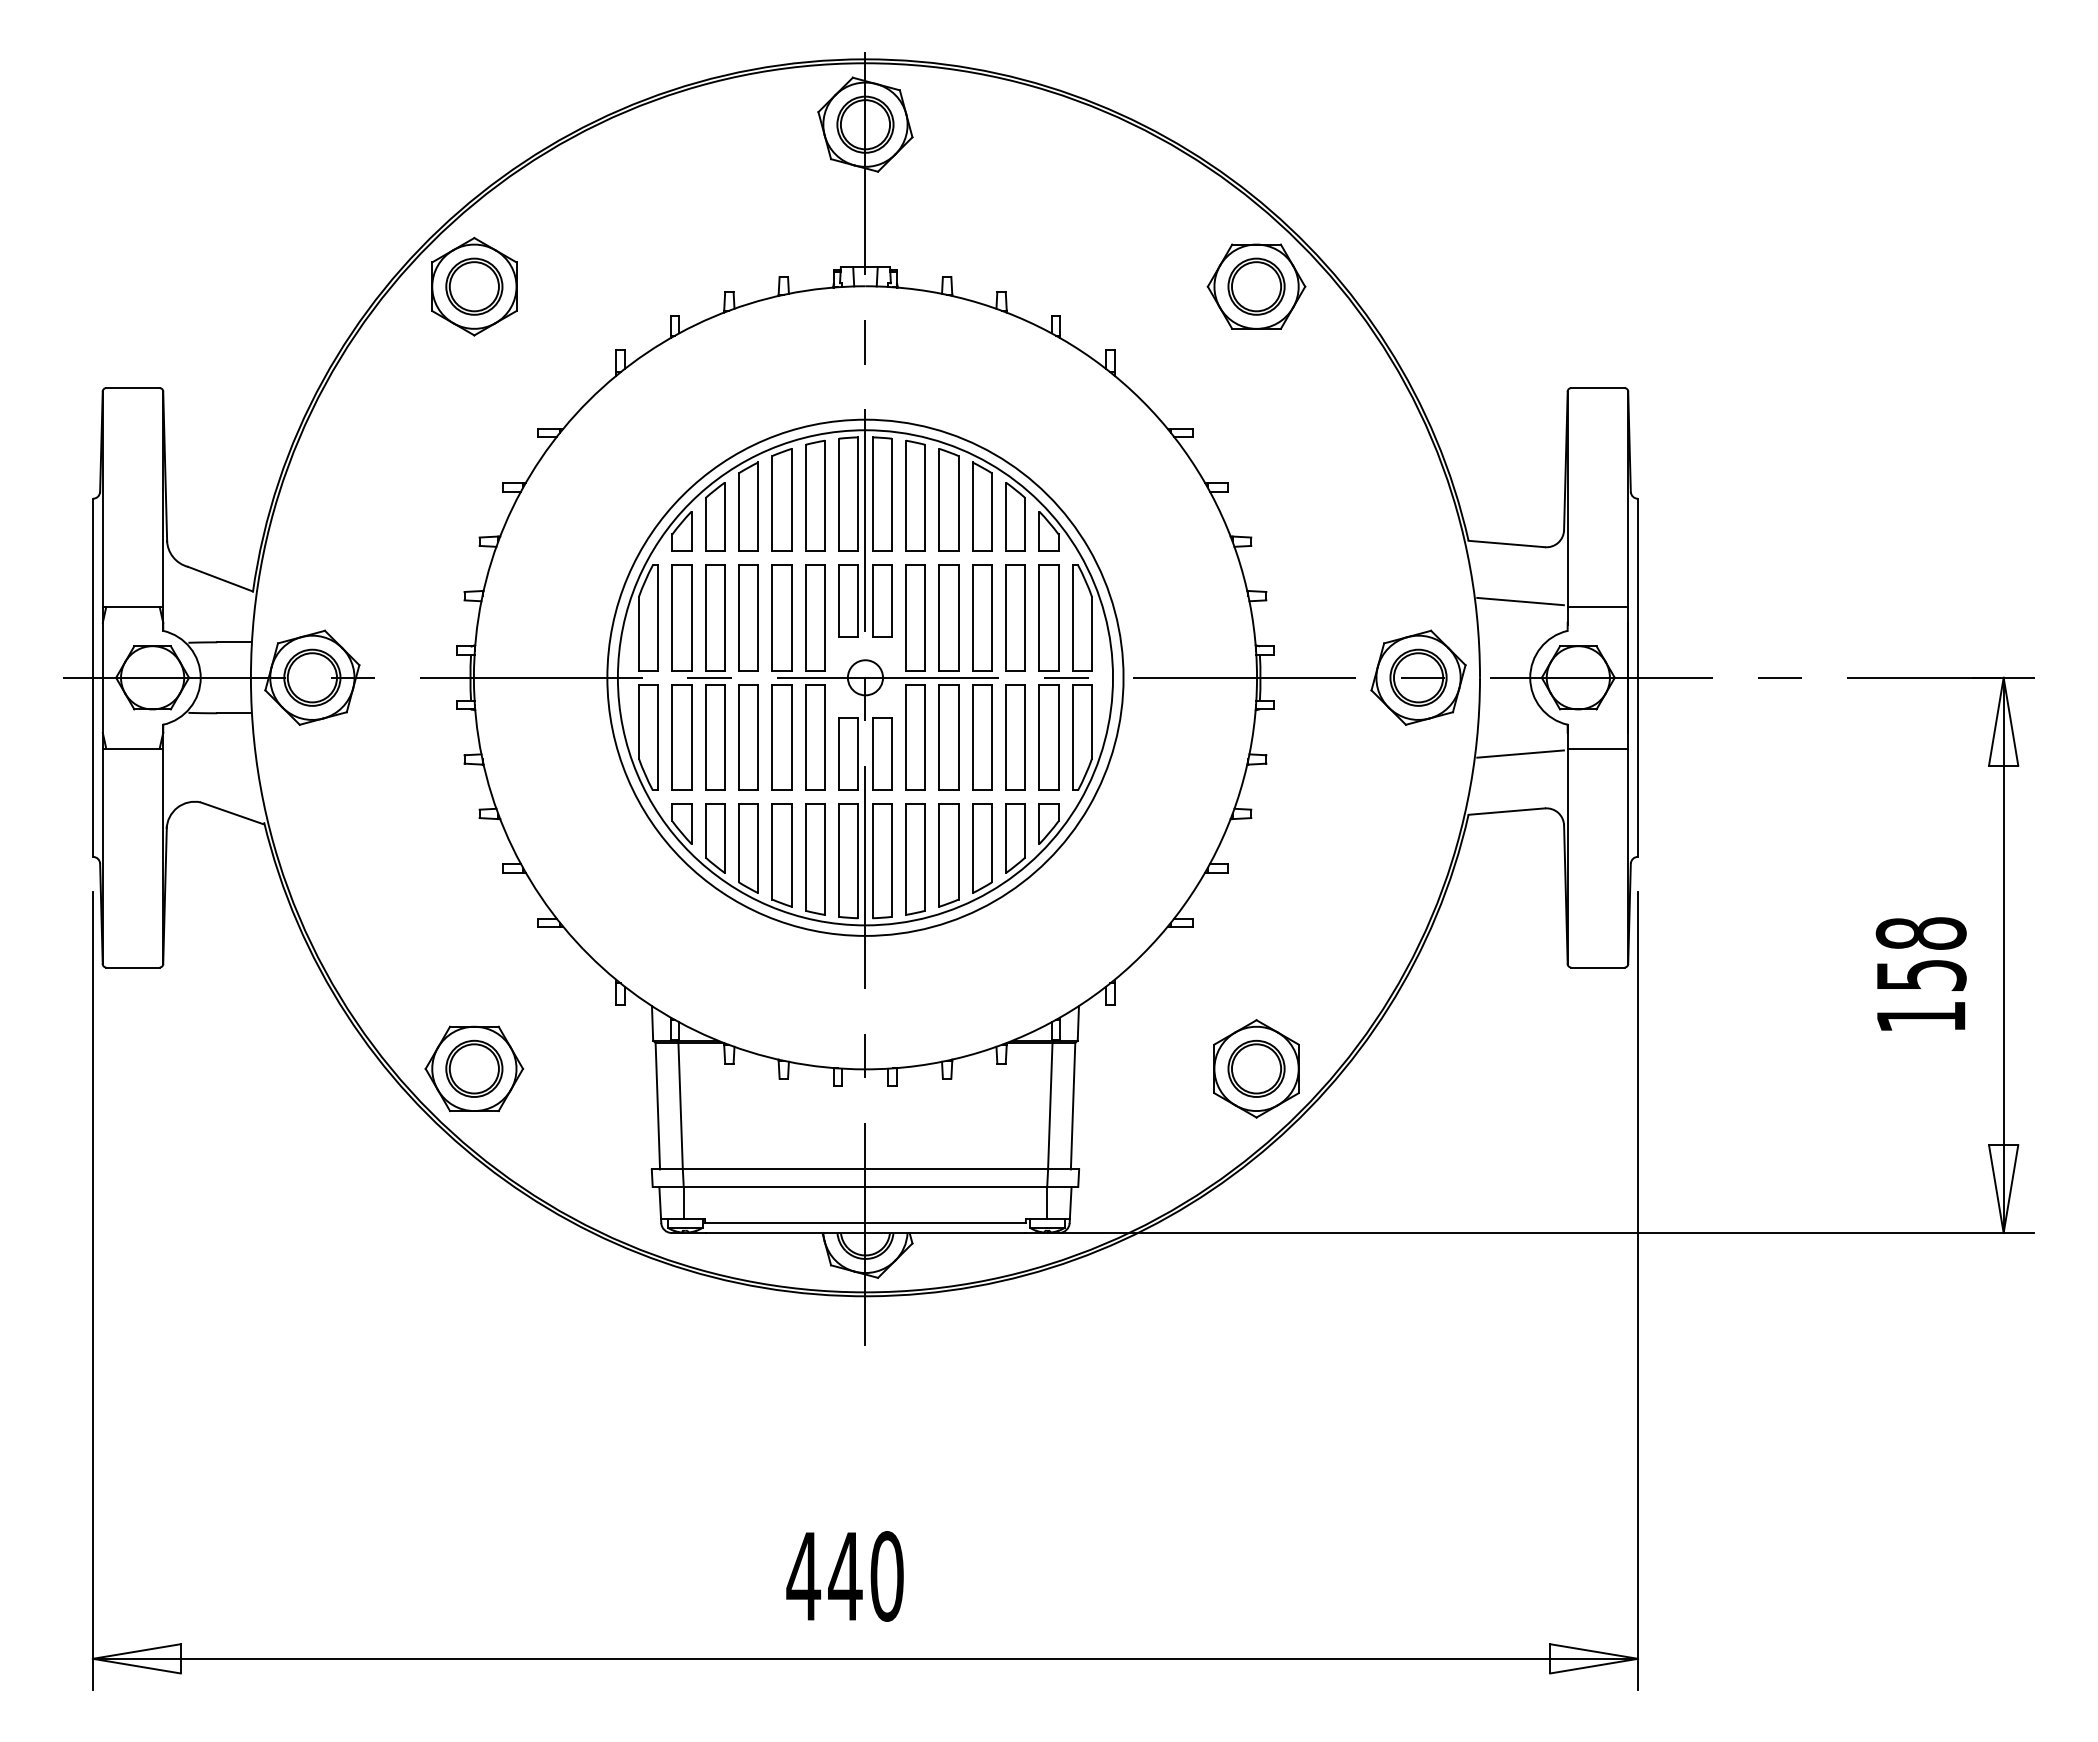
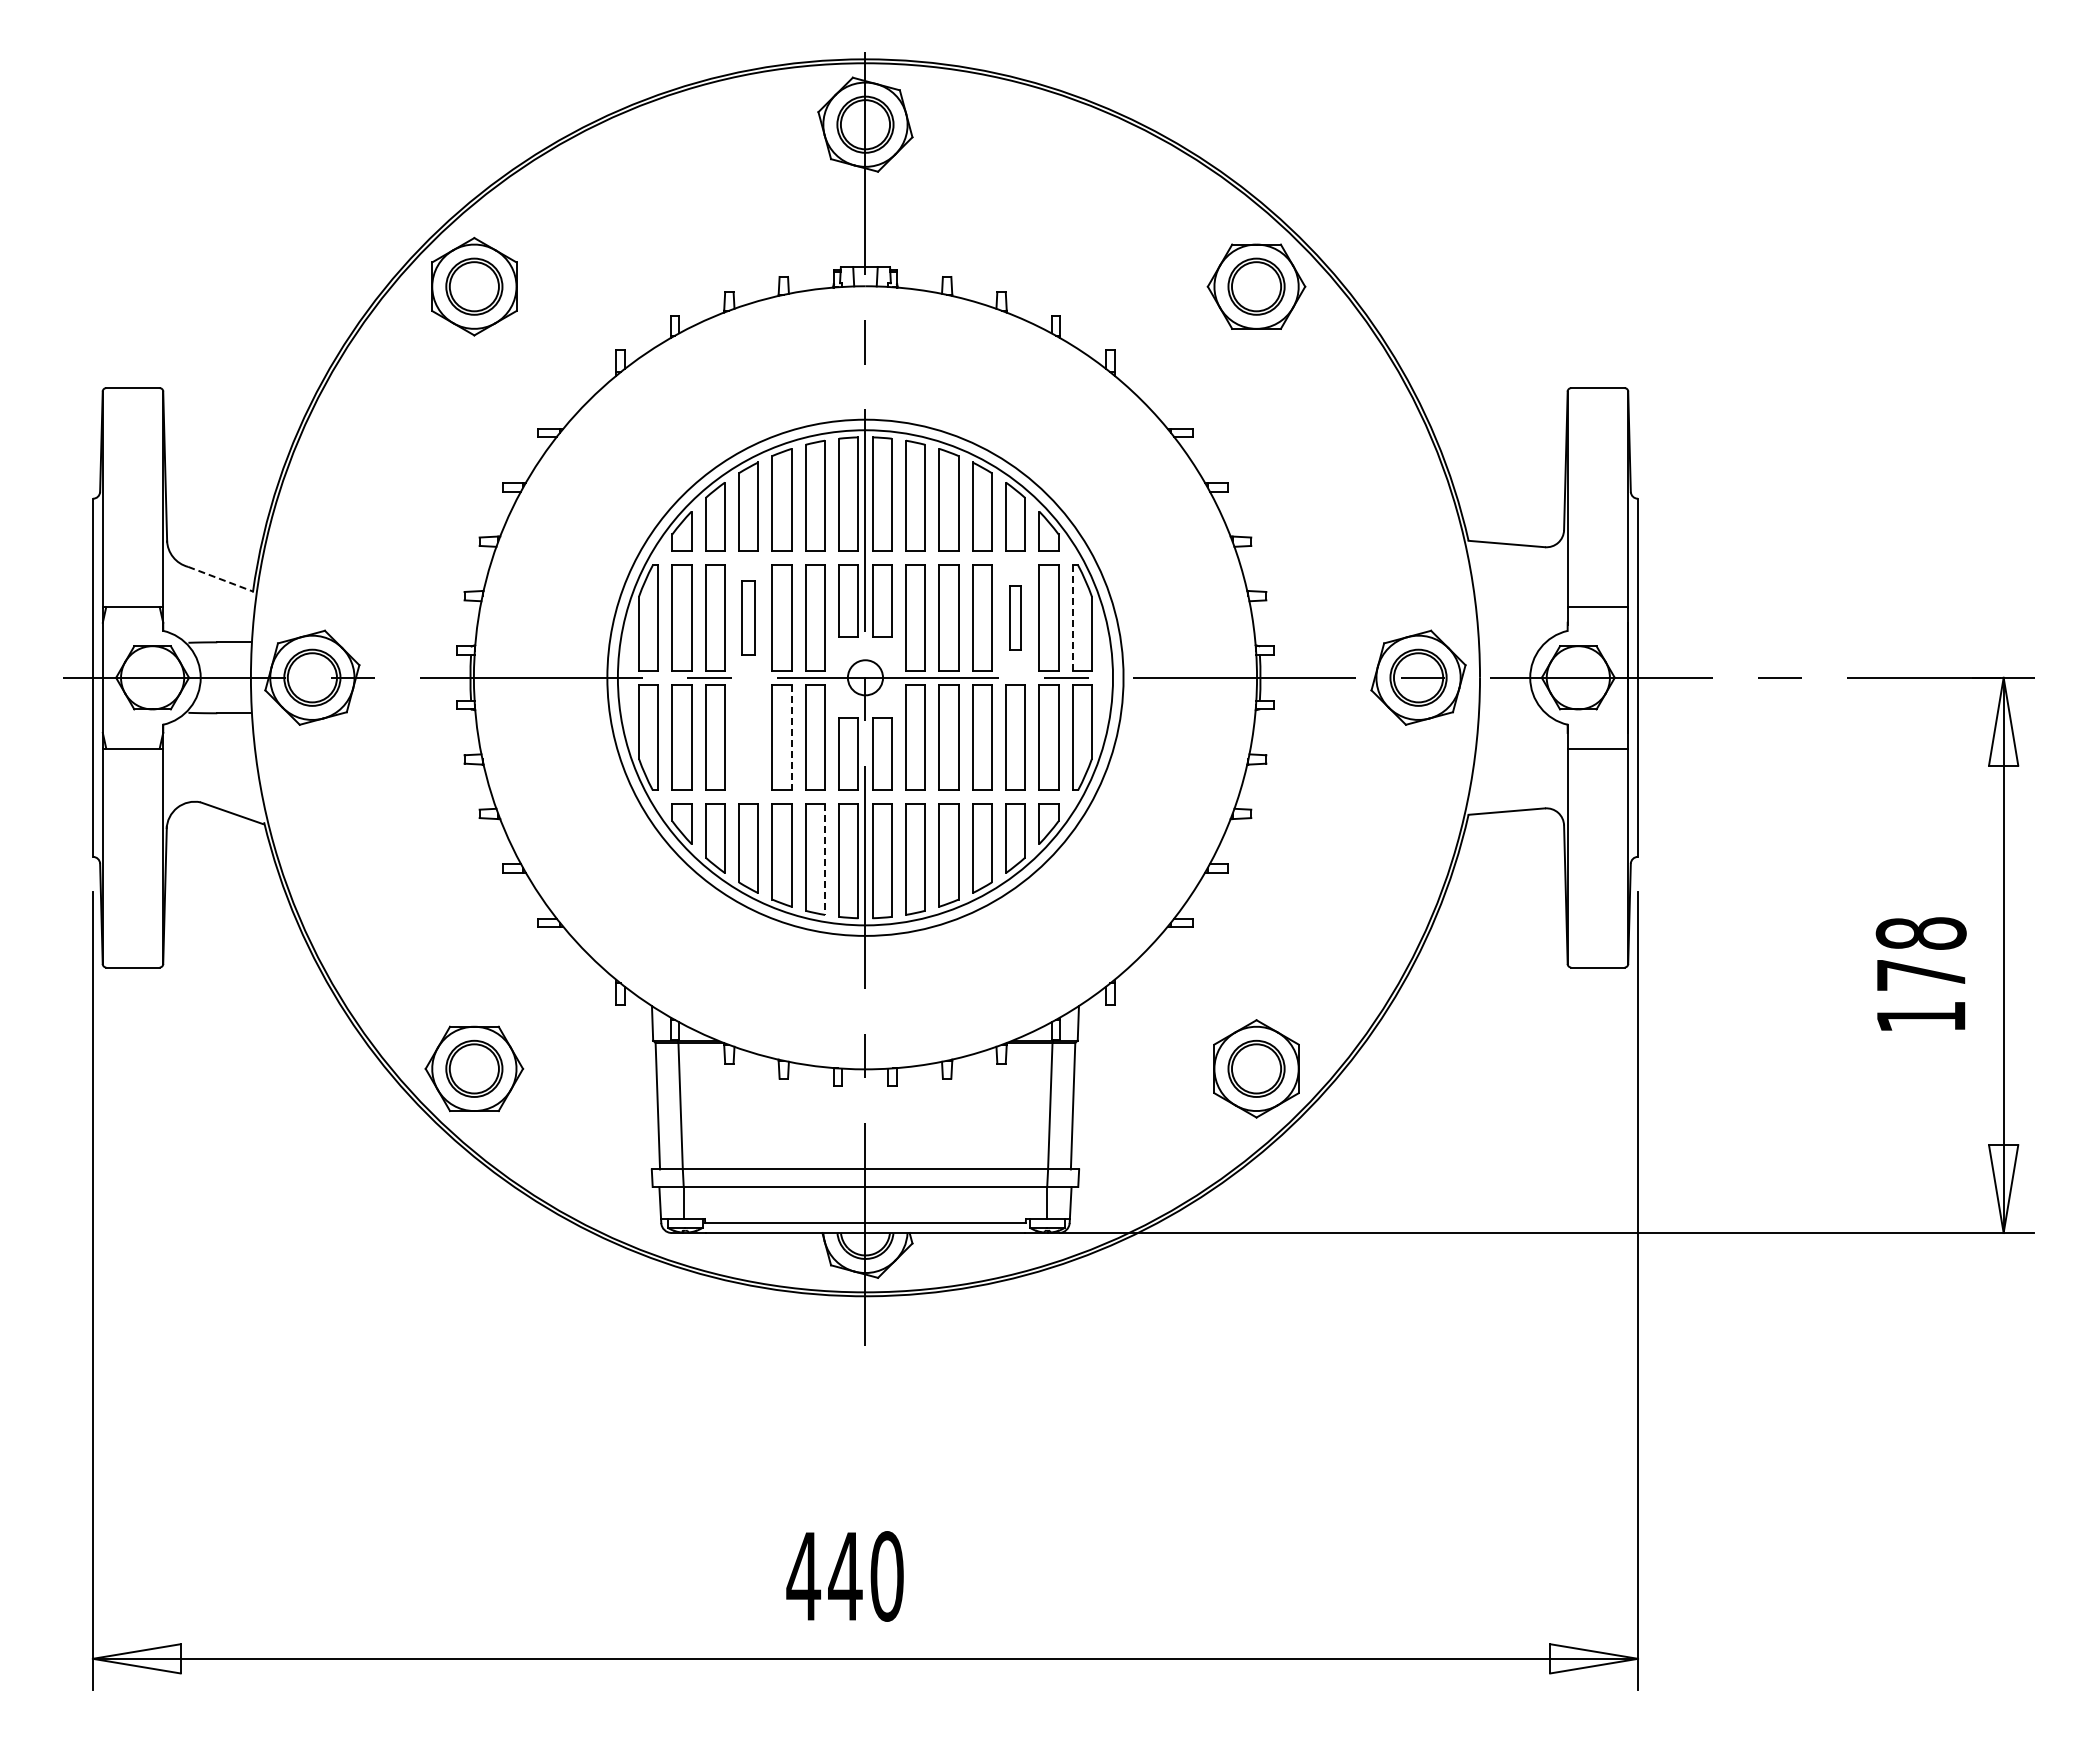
line at (220, 579): solid -> dashed
line at (1520, 601): present -> none
part at (748, 617) size: 21x108 px -> 15x76 px
part at (1015, 617) size: 21x108 px -> 13x66 px
line at (1072, 618): solid -> dashed
part at (748, 737): present -> none
line at (791, 737): solid -> dashed
line at (1520, 753): present -> none
line at (825, 860): solid -> dashed
text at (1921, 975): 158 -> 178
